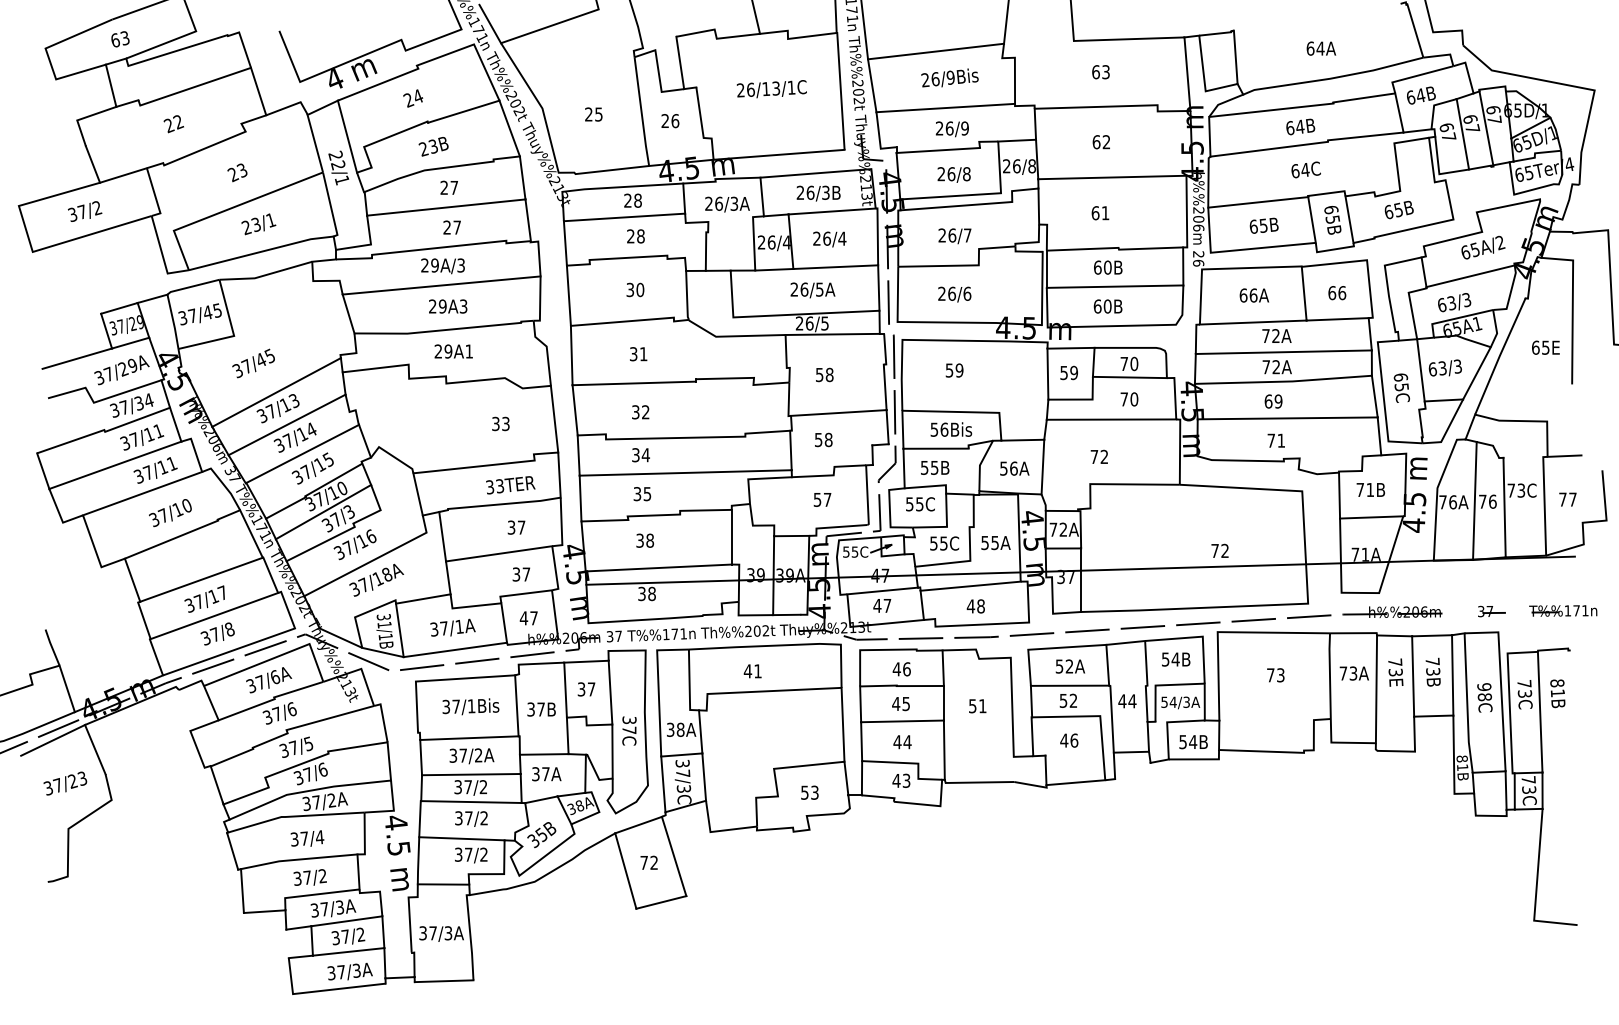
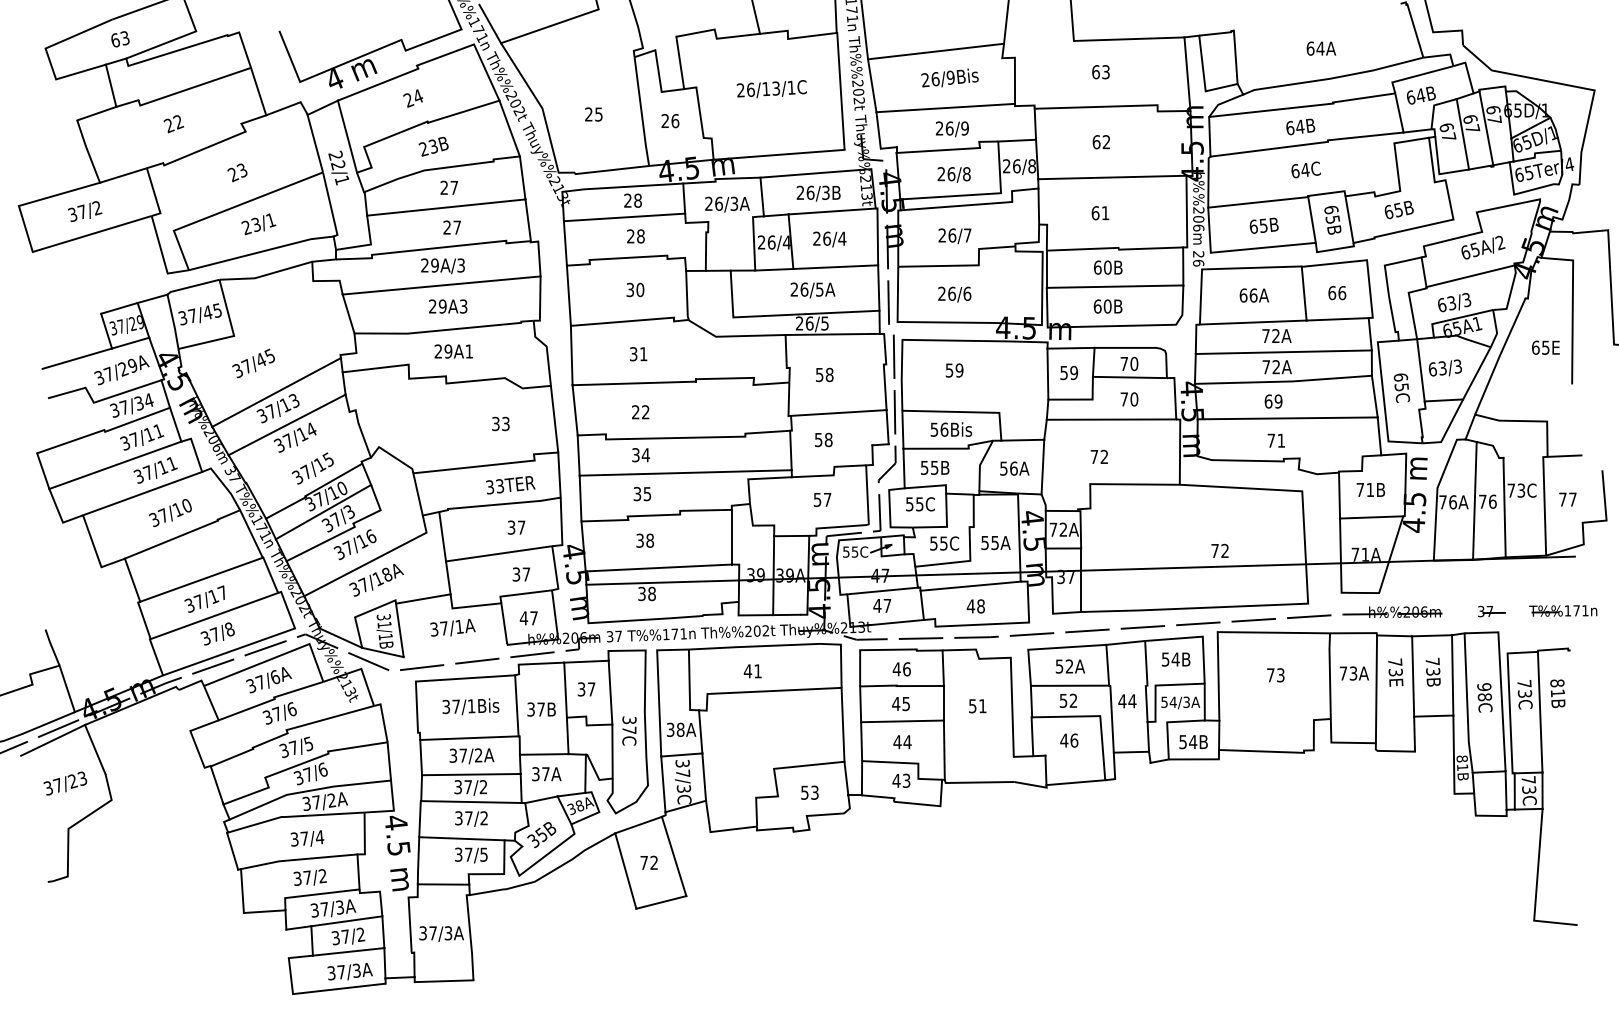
text at (635, 412): 32 -> 22
line at (302, 453): present -> none
line at (455, 649): present -> none
text at (483, 854): 37/2 -> 37/5
